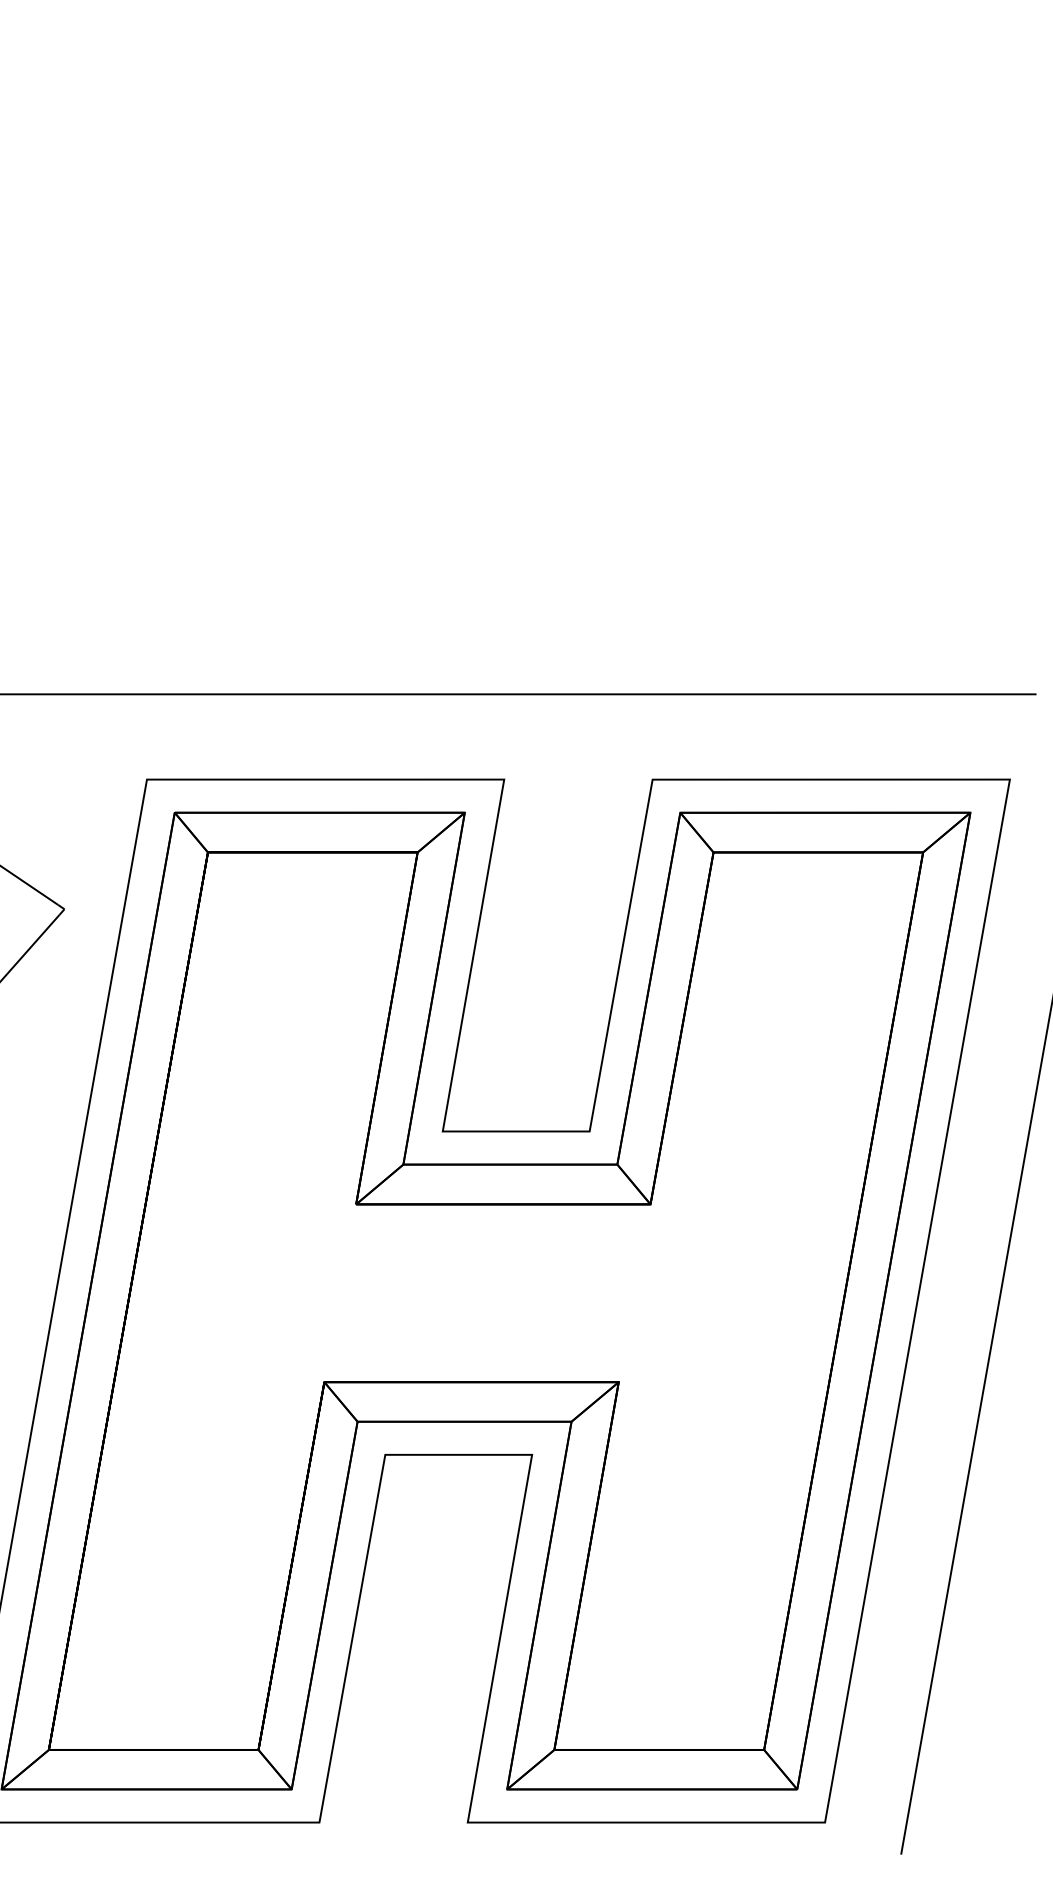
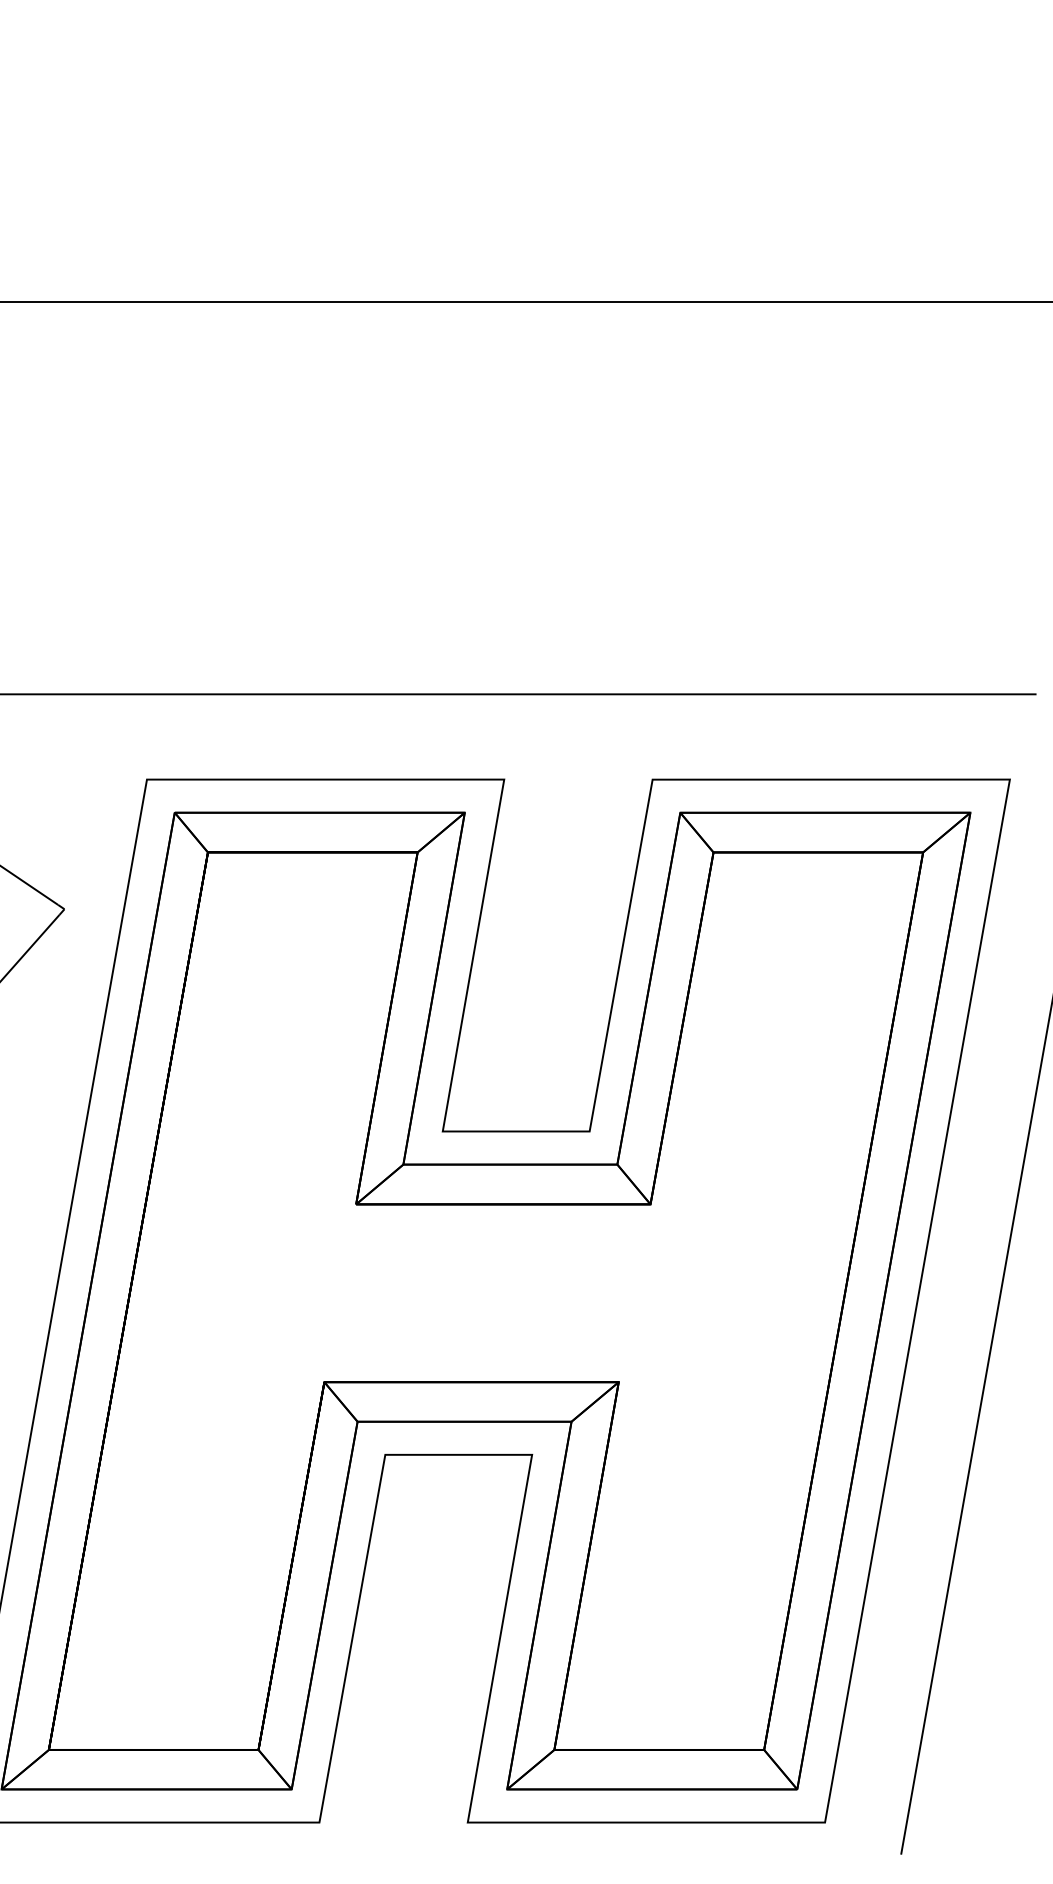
line at (525, 301): none -> present
